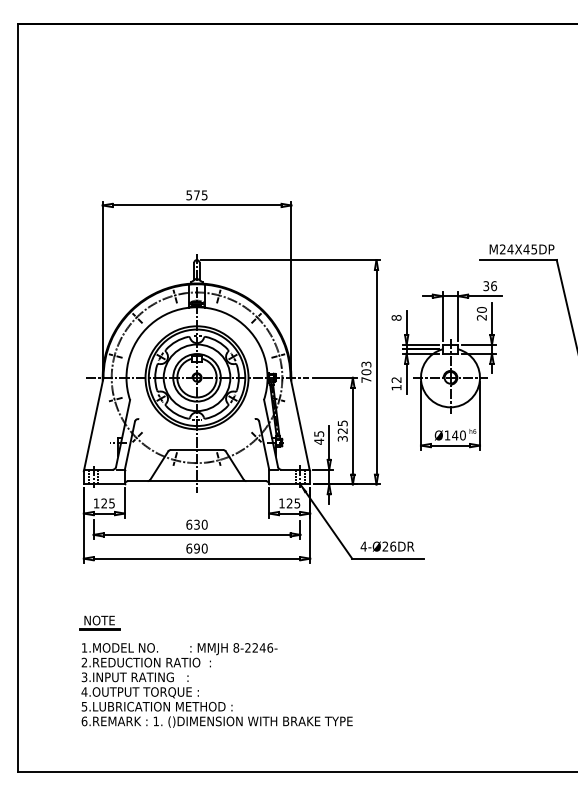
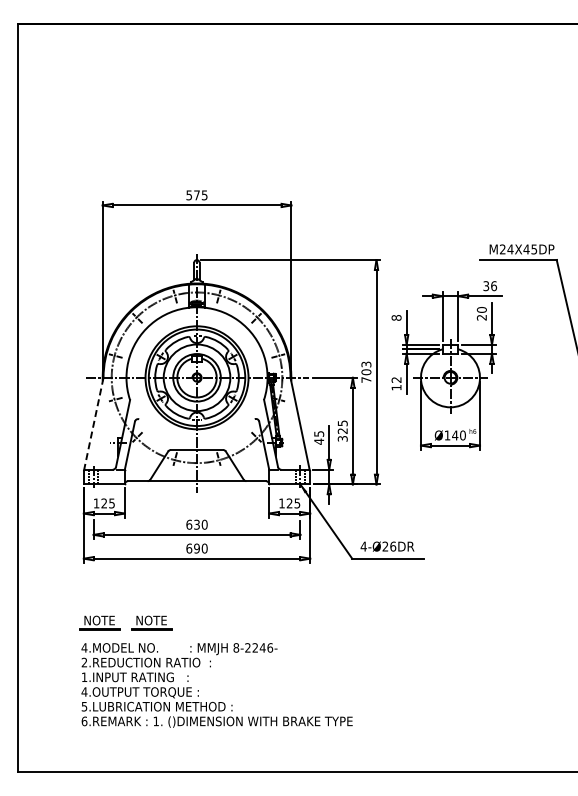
line at (93, 424): solid -> dashed
part at (151, 622): none -> present
text at (84, 647): 1.MODEL -> 4.MODEL
text at (84, 677): 3.INPUT -> 1.INPUT
